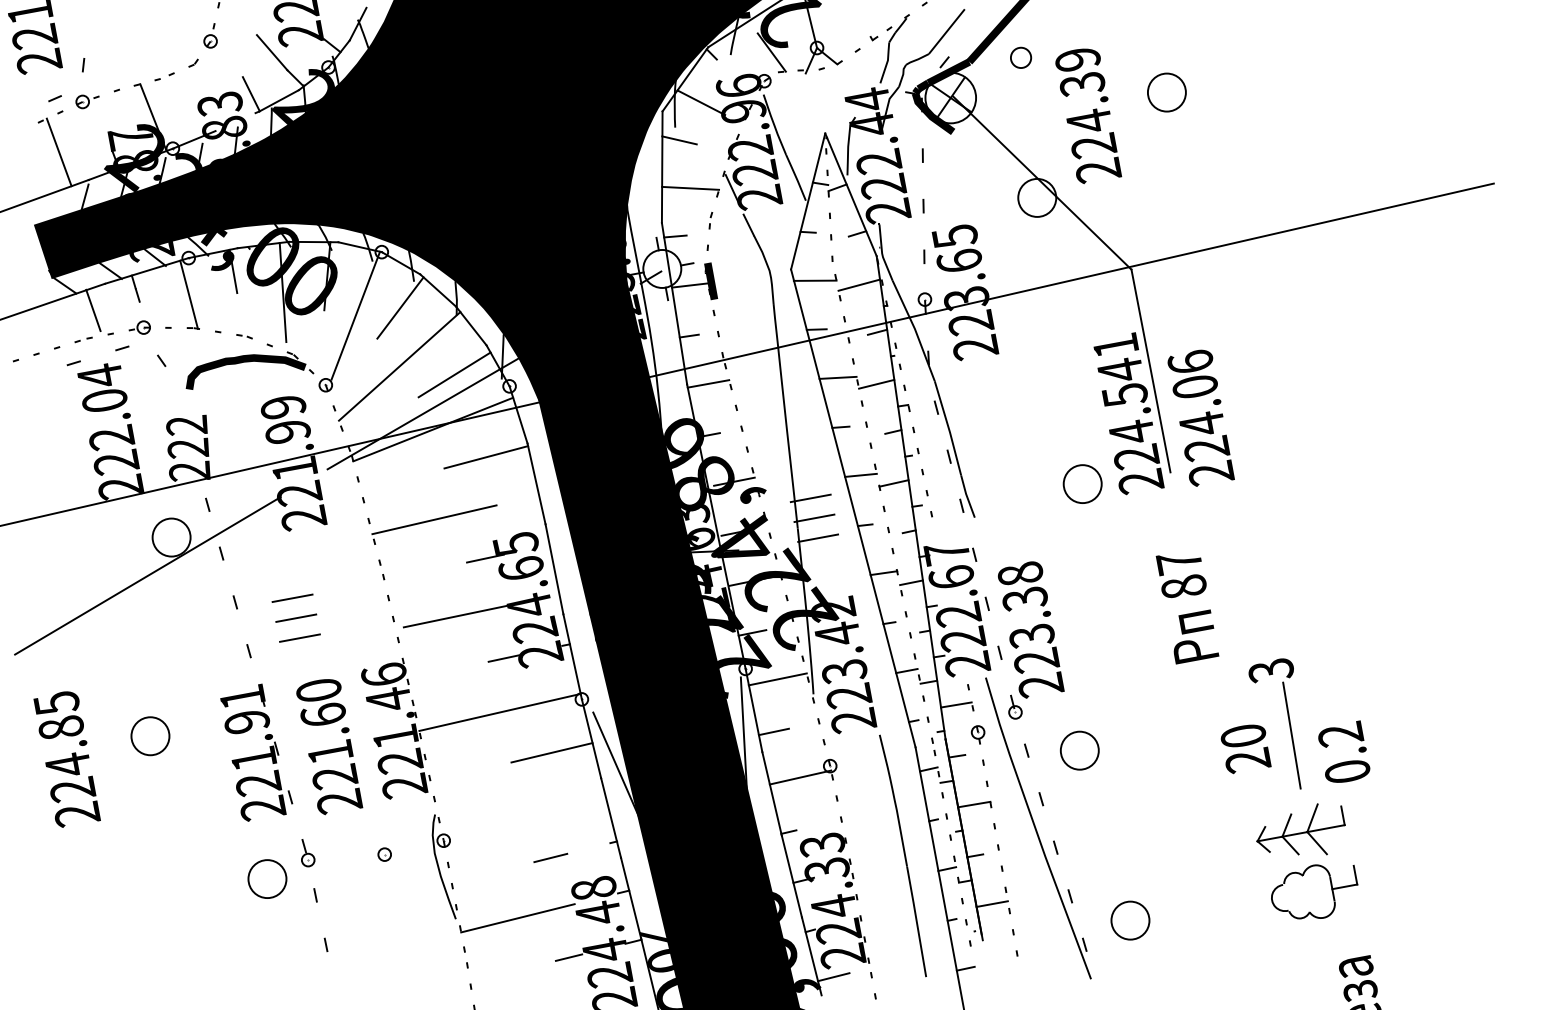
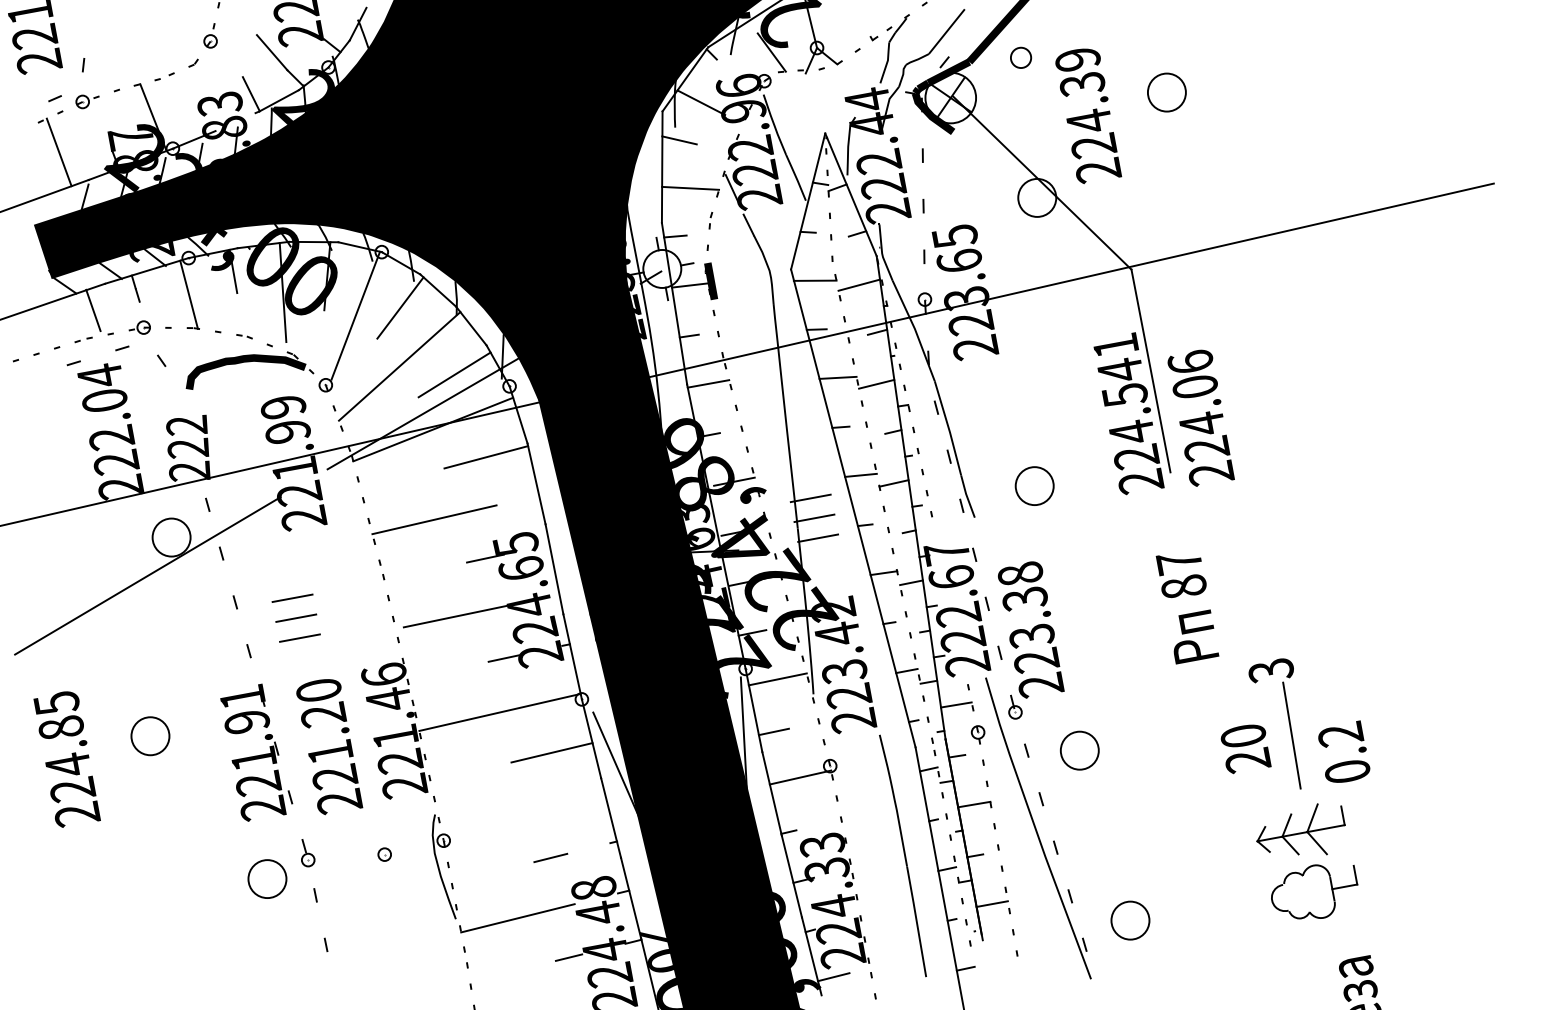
circle at (1082, 483) position: (1082, 483) -> (1034, 485)
text at (323, 714): 221.60 -> 221.20
